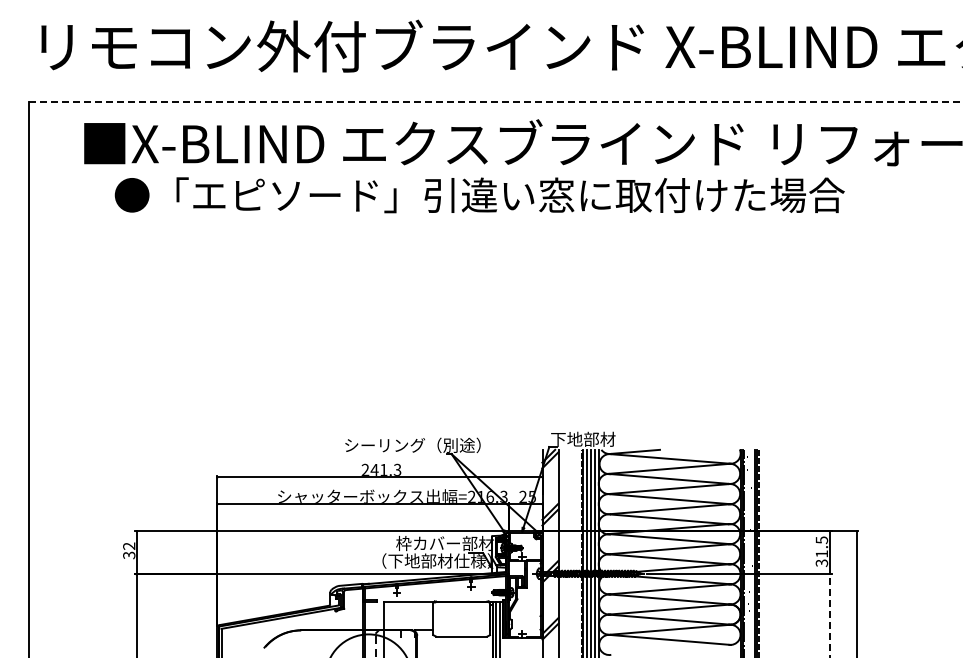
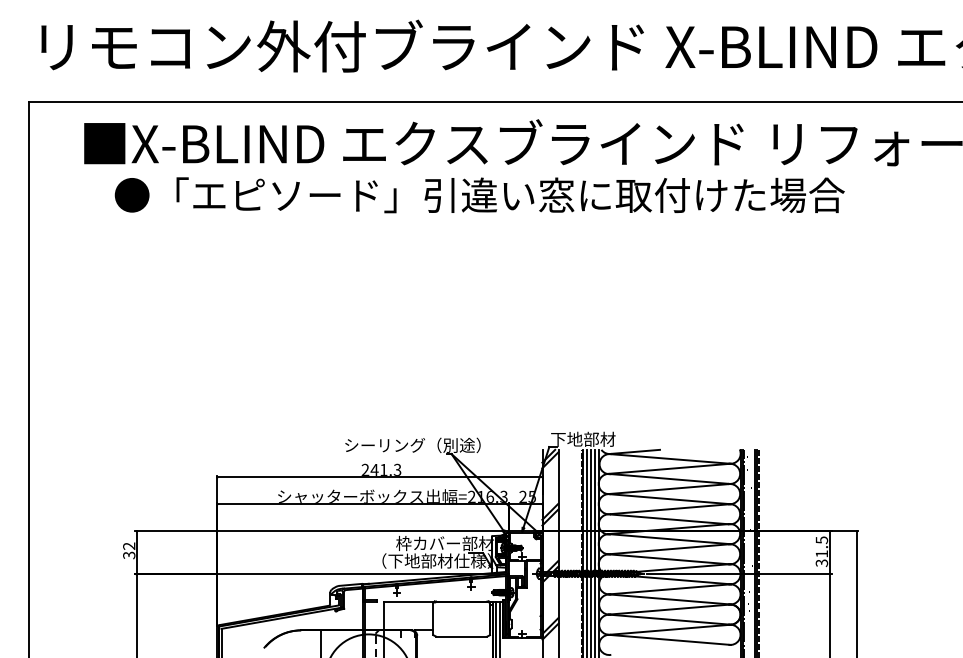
line at (495, 102): dashed -> solid
line at (830, 615): dashed -> solid
line at (321, 642): none -> present
